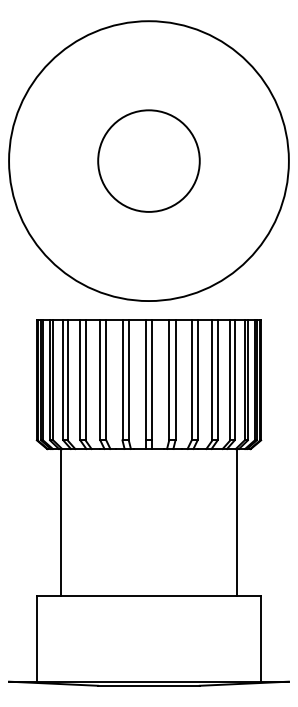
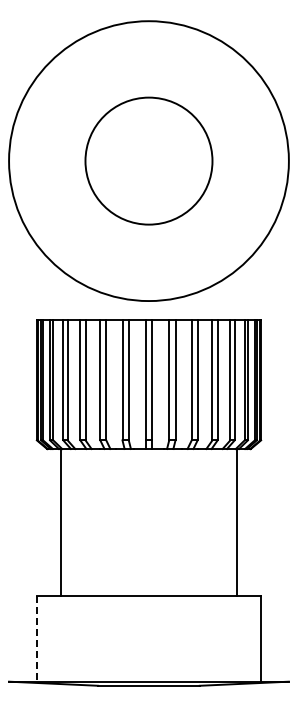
circle at (148, 160) diameter: 102 px -> 127 px
line at (37, 639): solid -> dashed
